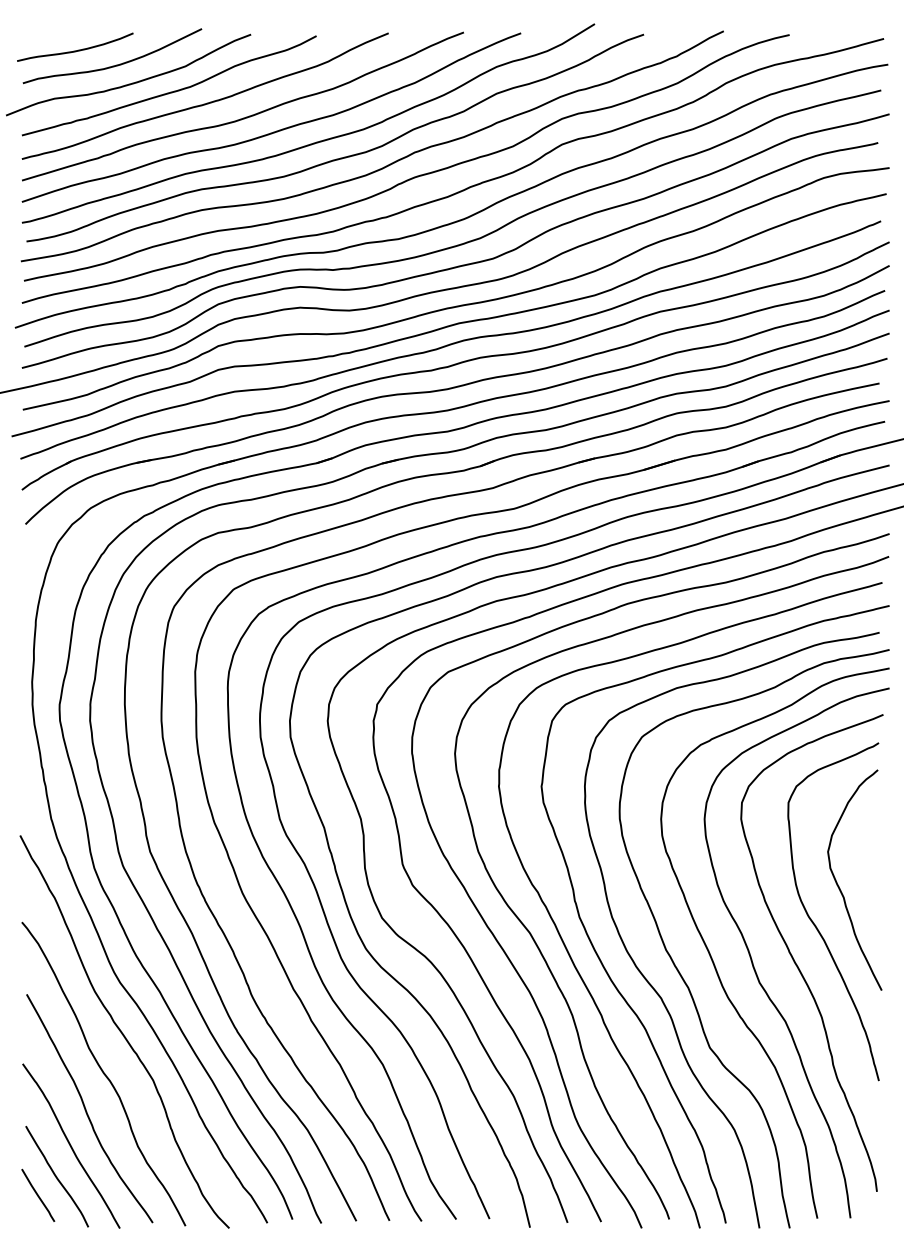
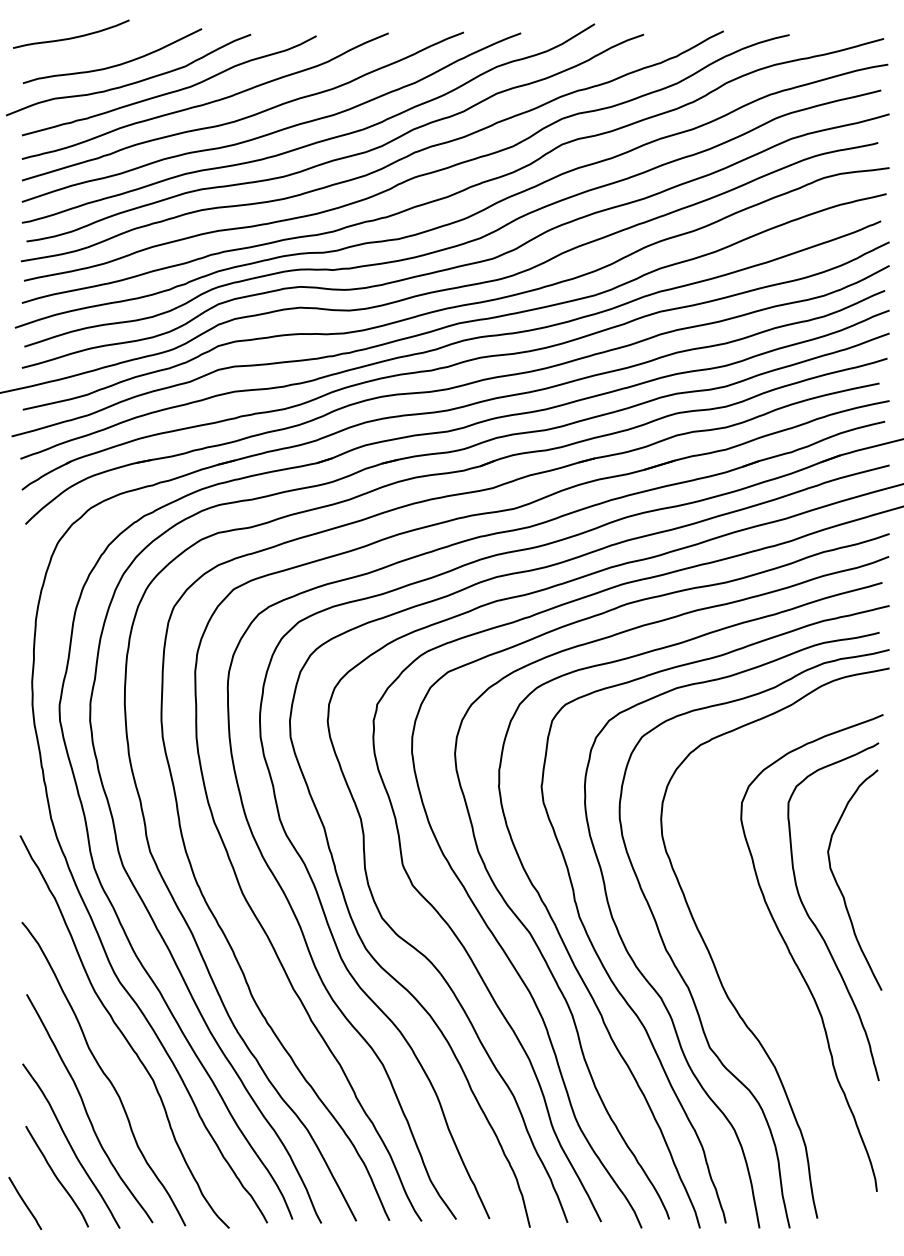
curve at (75, 50) position: (75, 50) -> (71, 37)
curve at (755, 968): present -> none
line at (38, 1194) position: (38, 1194) -> (25, 1202)
